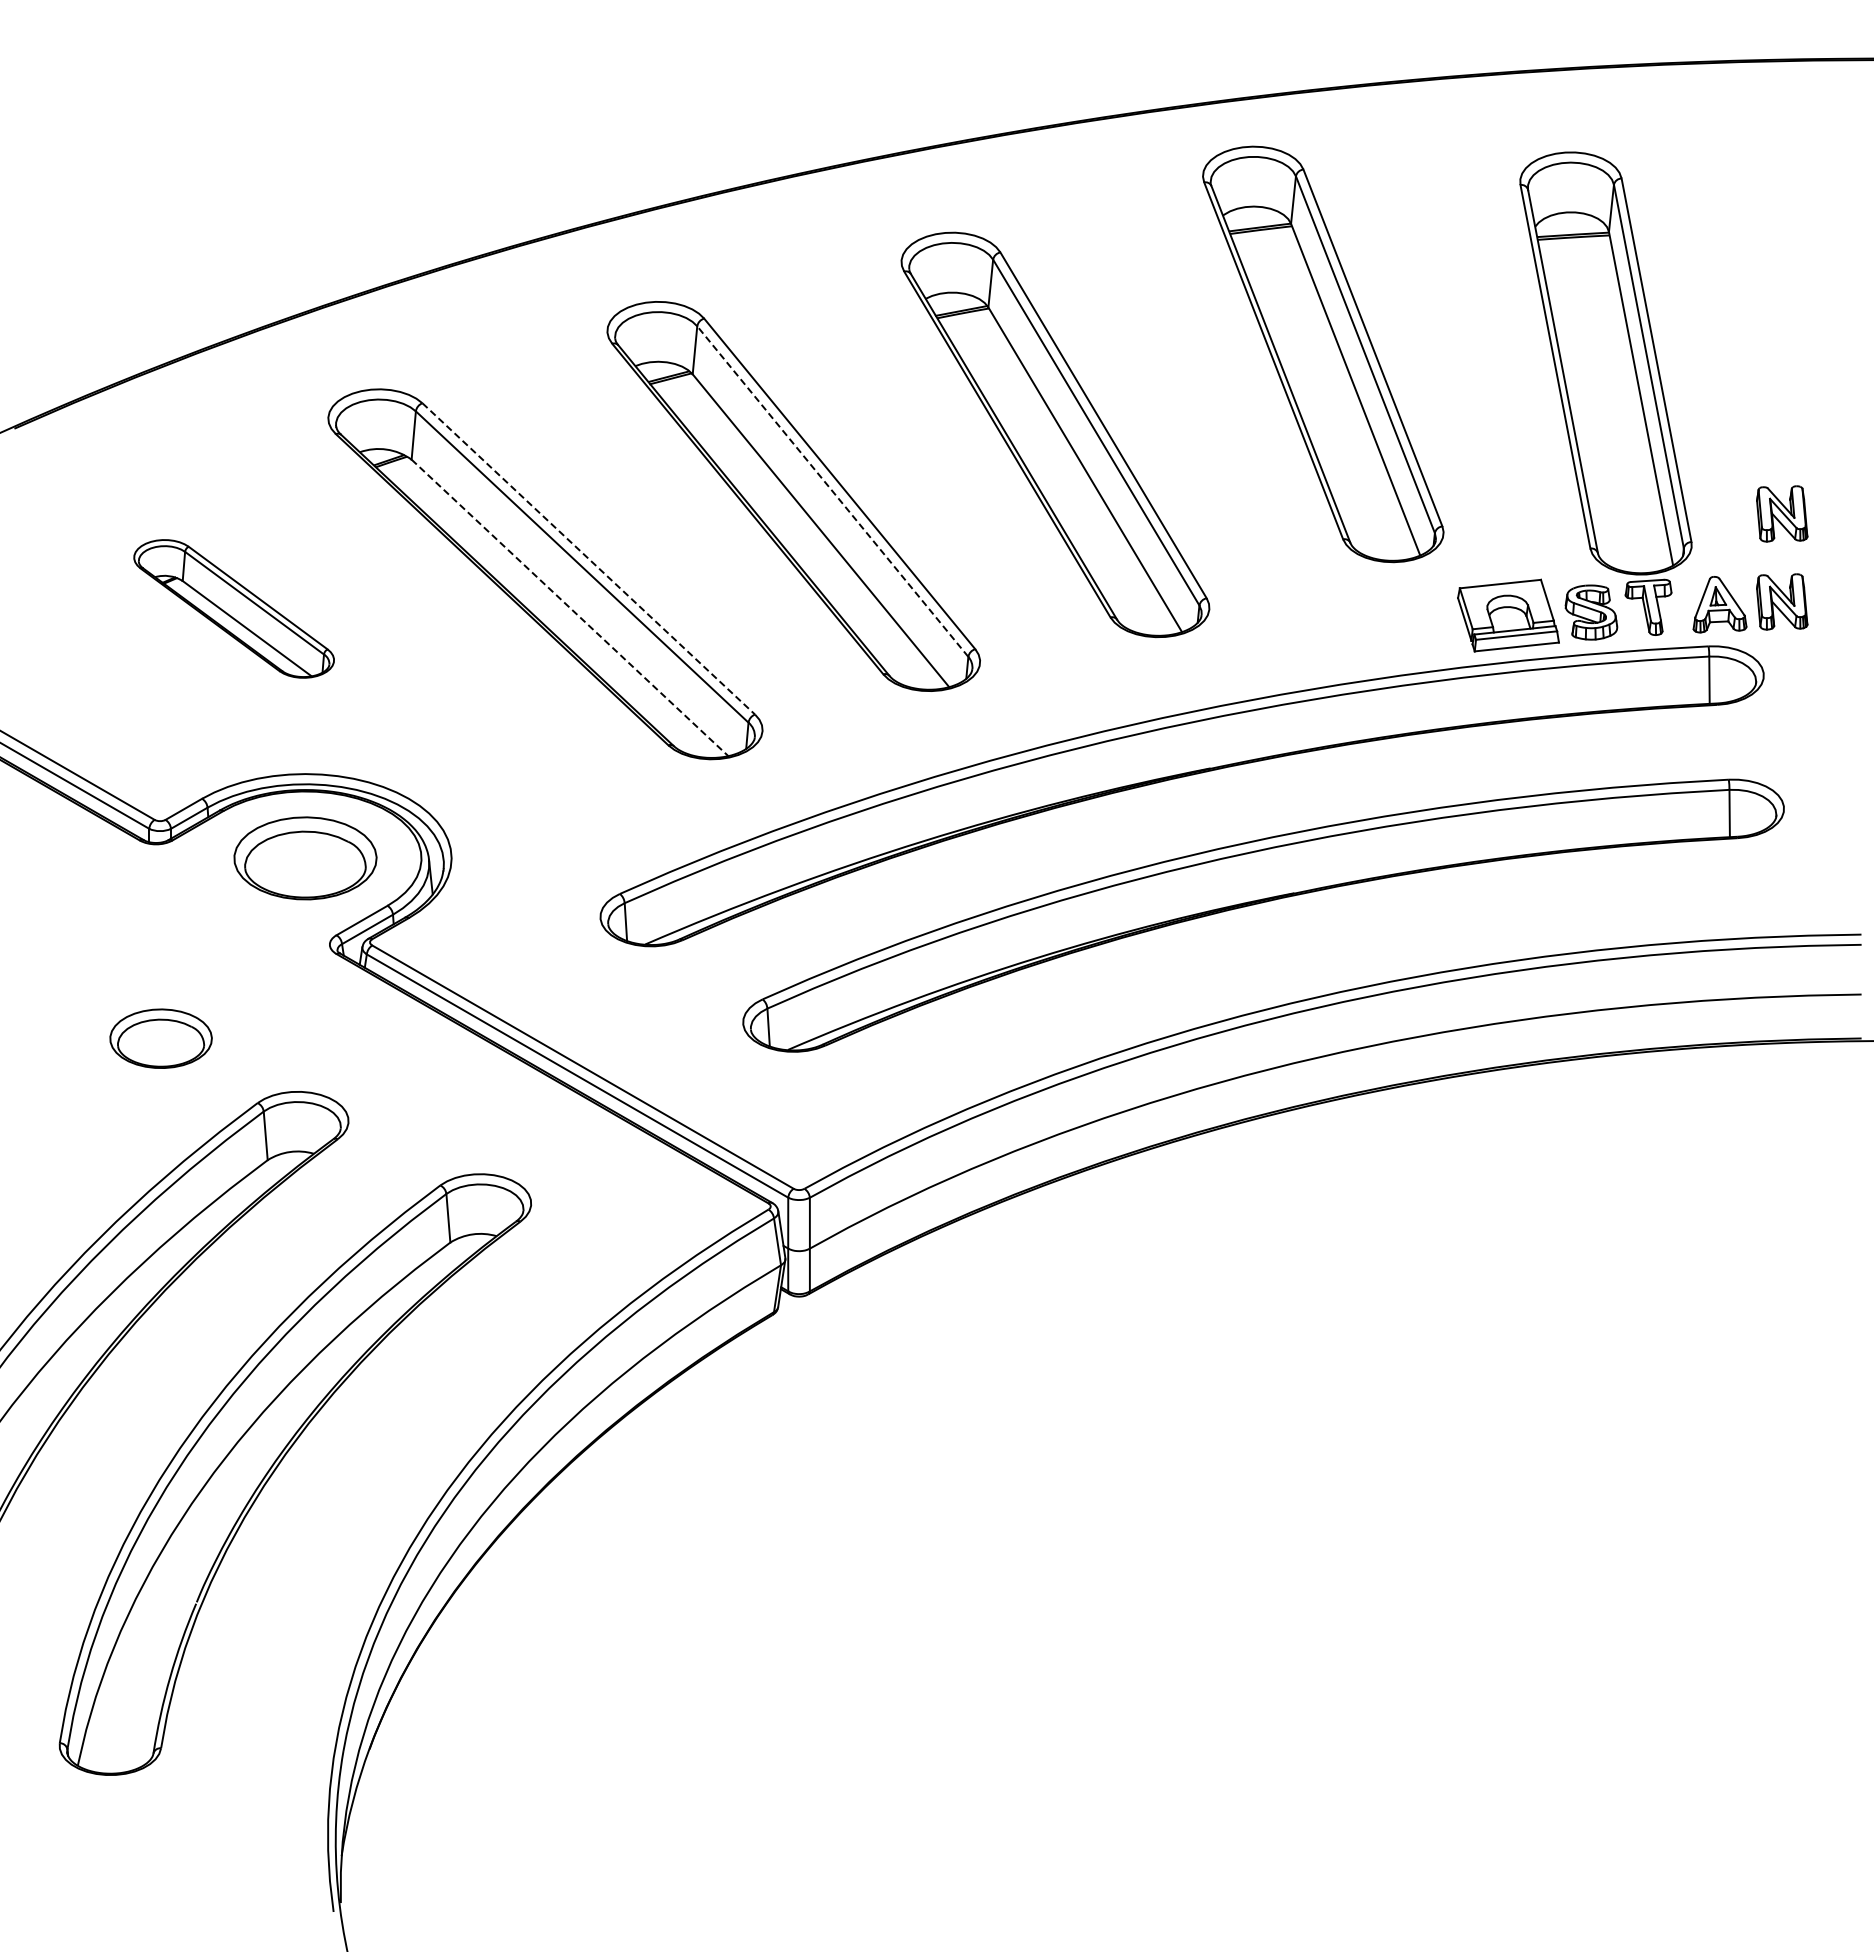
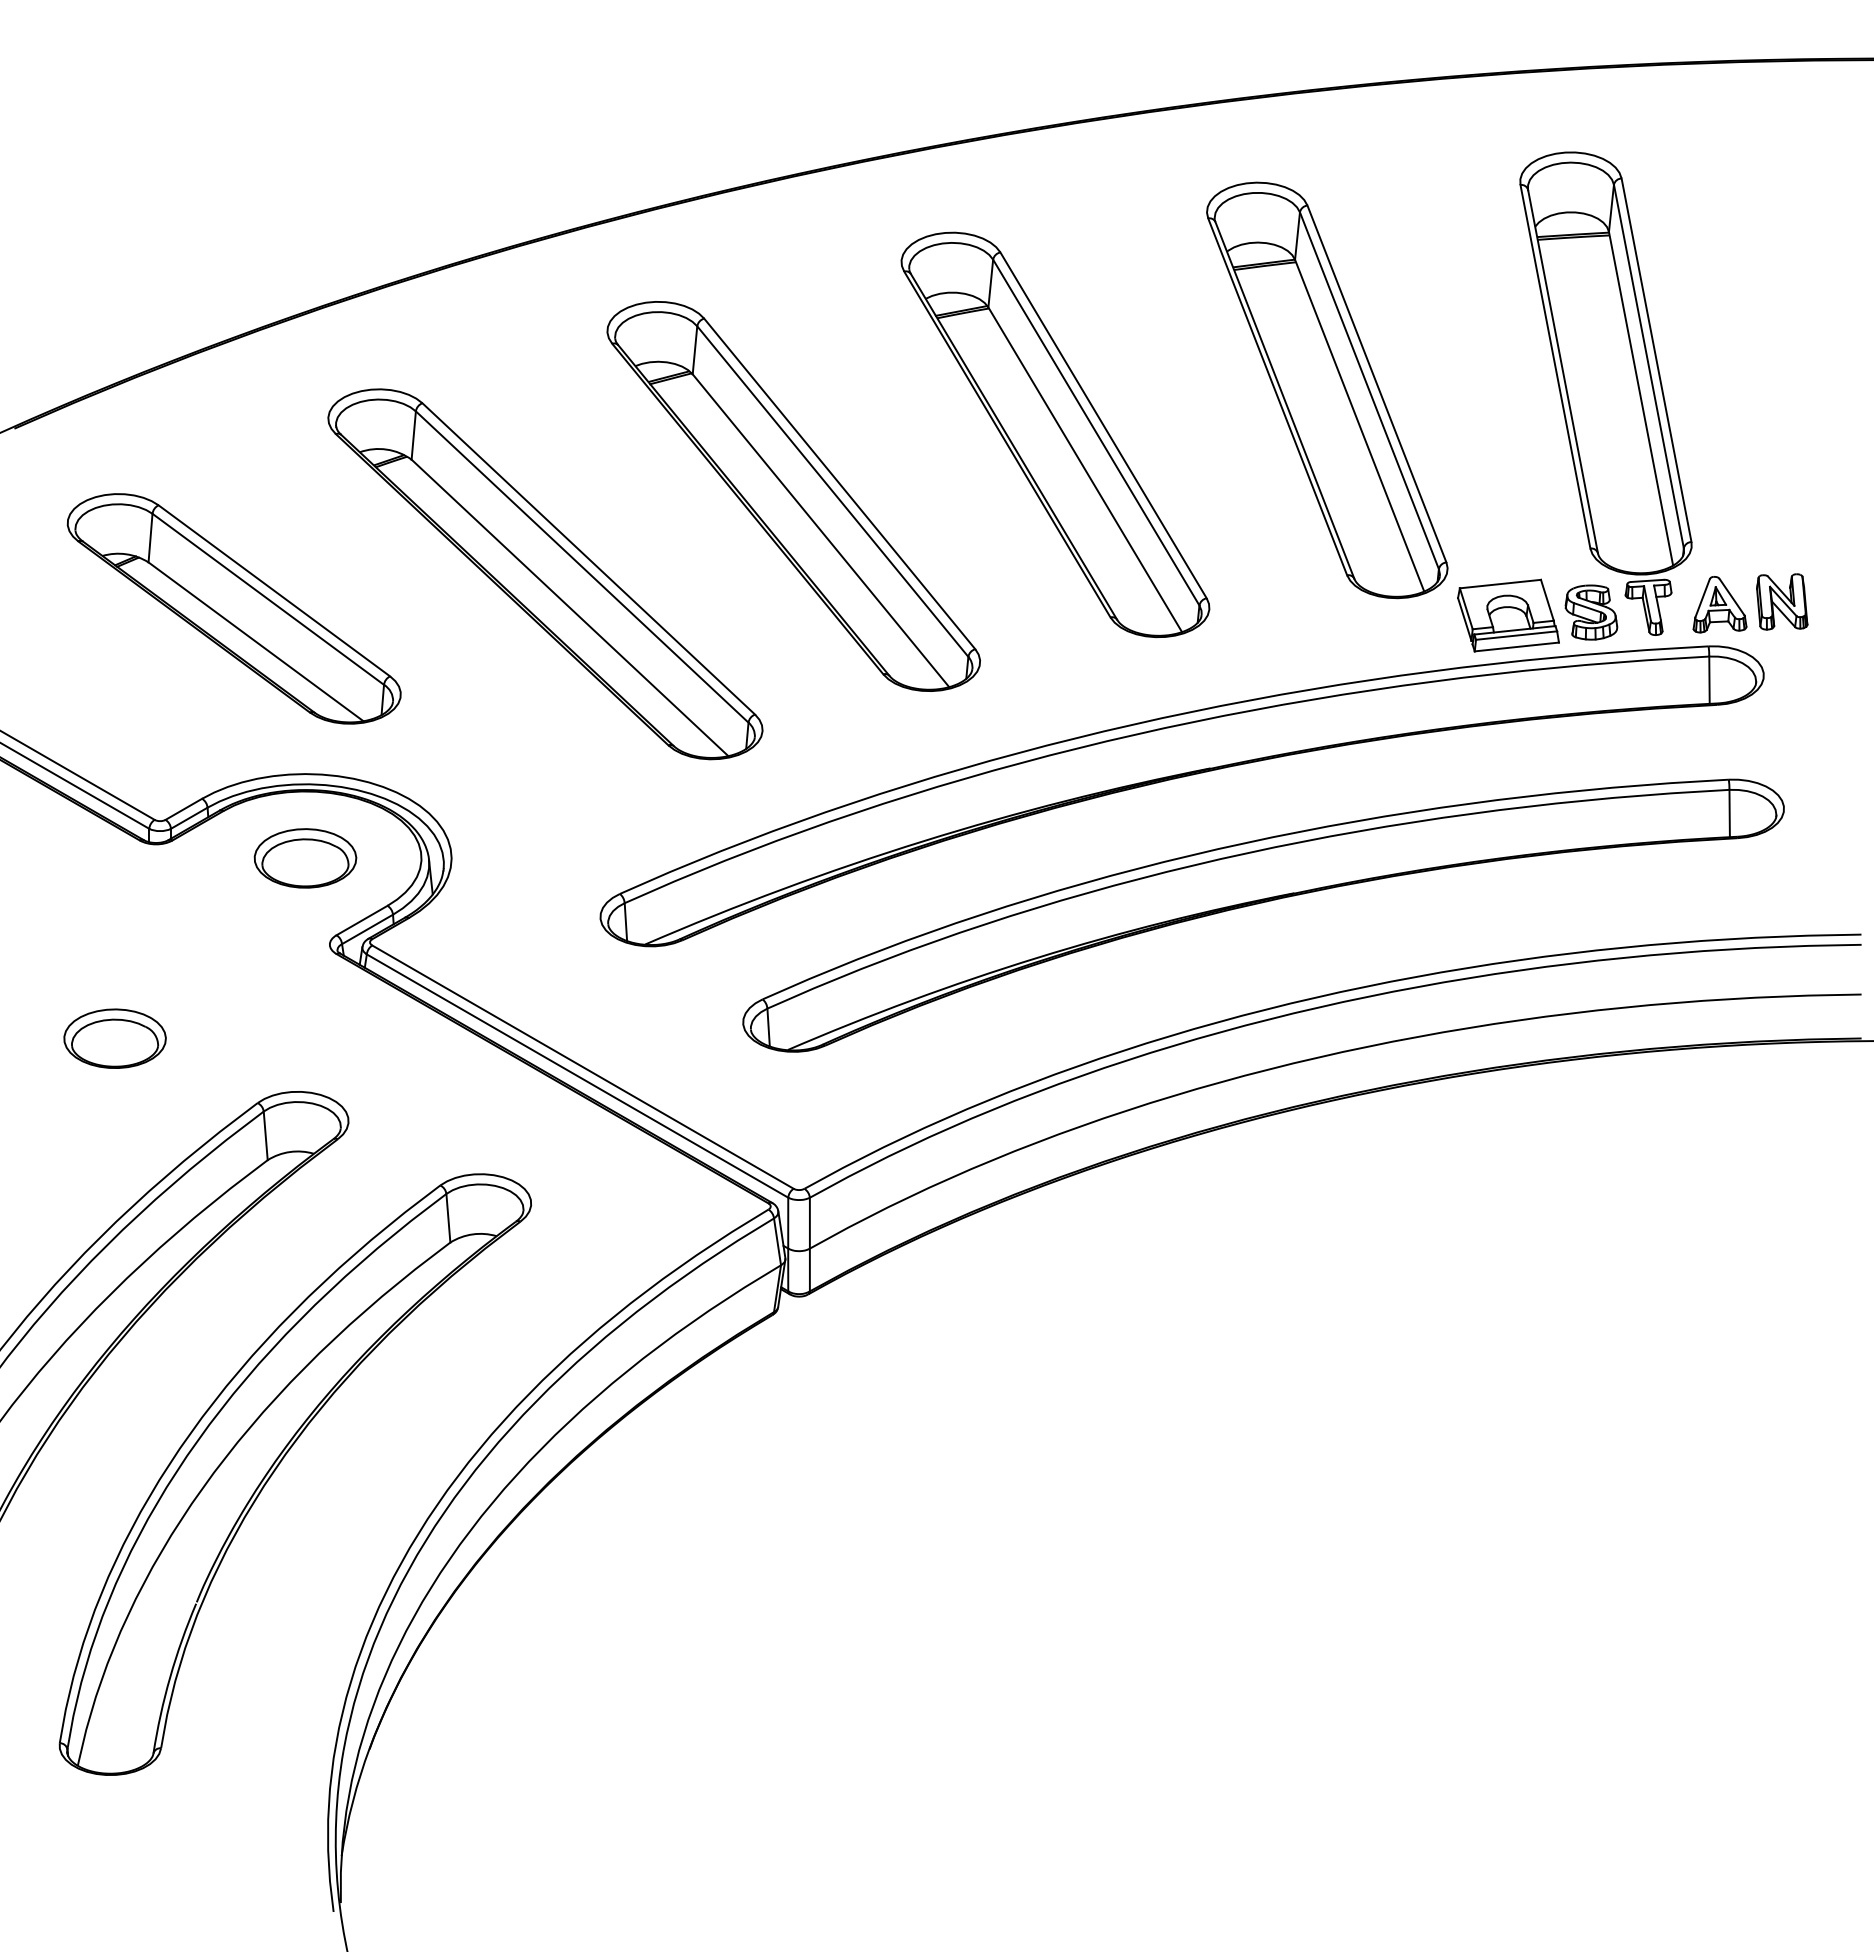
part at (1323, 354) position: (1323, 354) -> (1327, 390)
line at (832, 491): dashed -> solid
part at (1782, 513): present -> none
line at (588, 558): dashed -> solid
line at (570, 607): dashed -> solid
part at (233, 608) size: 202x140 px -> 336x232 px
part at (305, 858) size: 145x85 px -> 105x61 px
part at (160, 1038) position: (160, 1038) -> (114, 1038)
